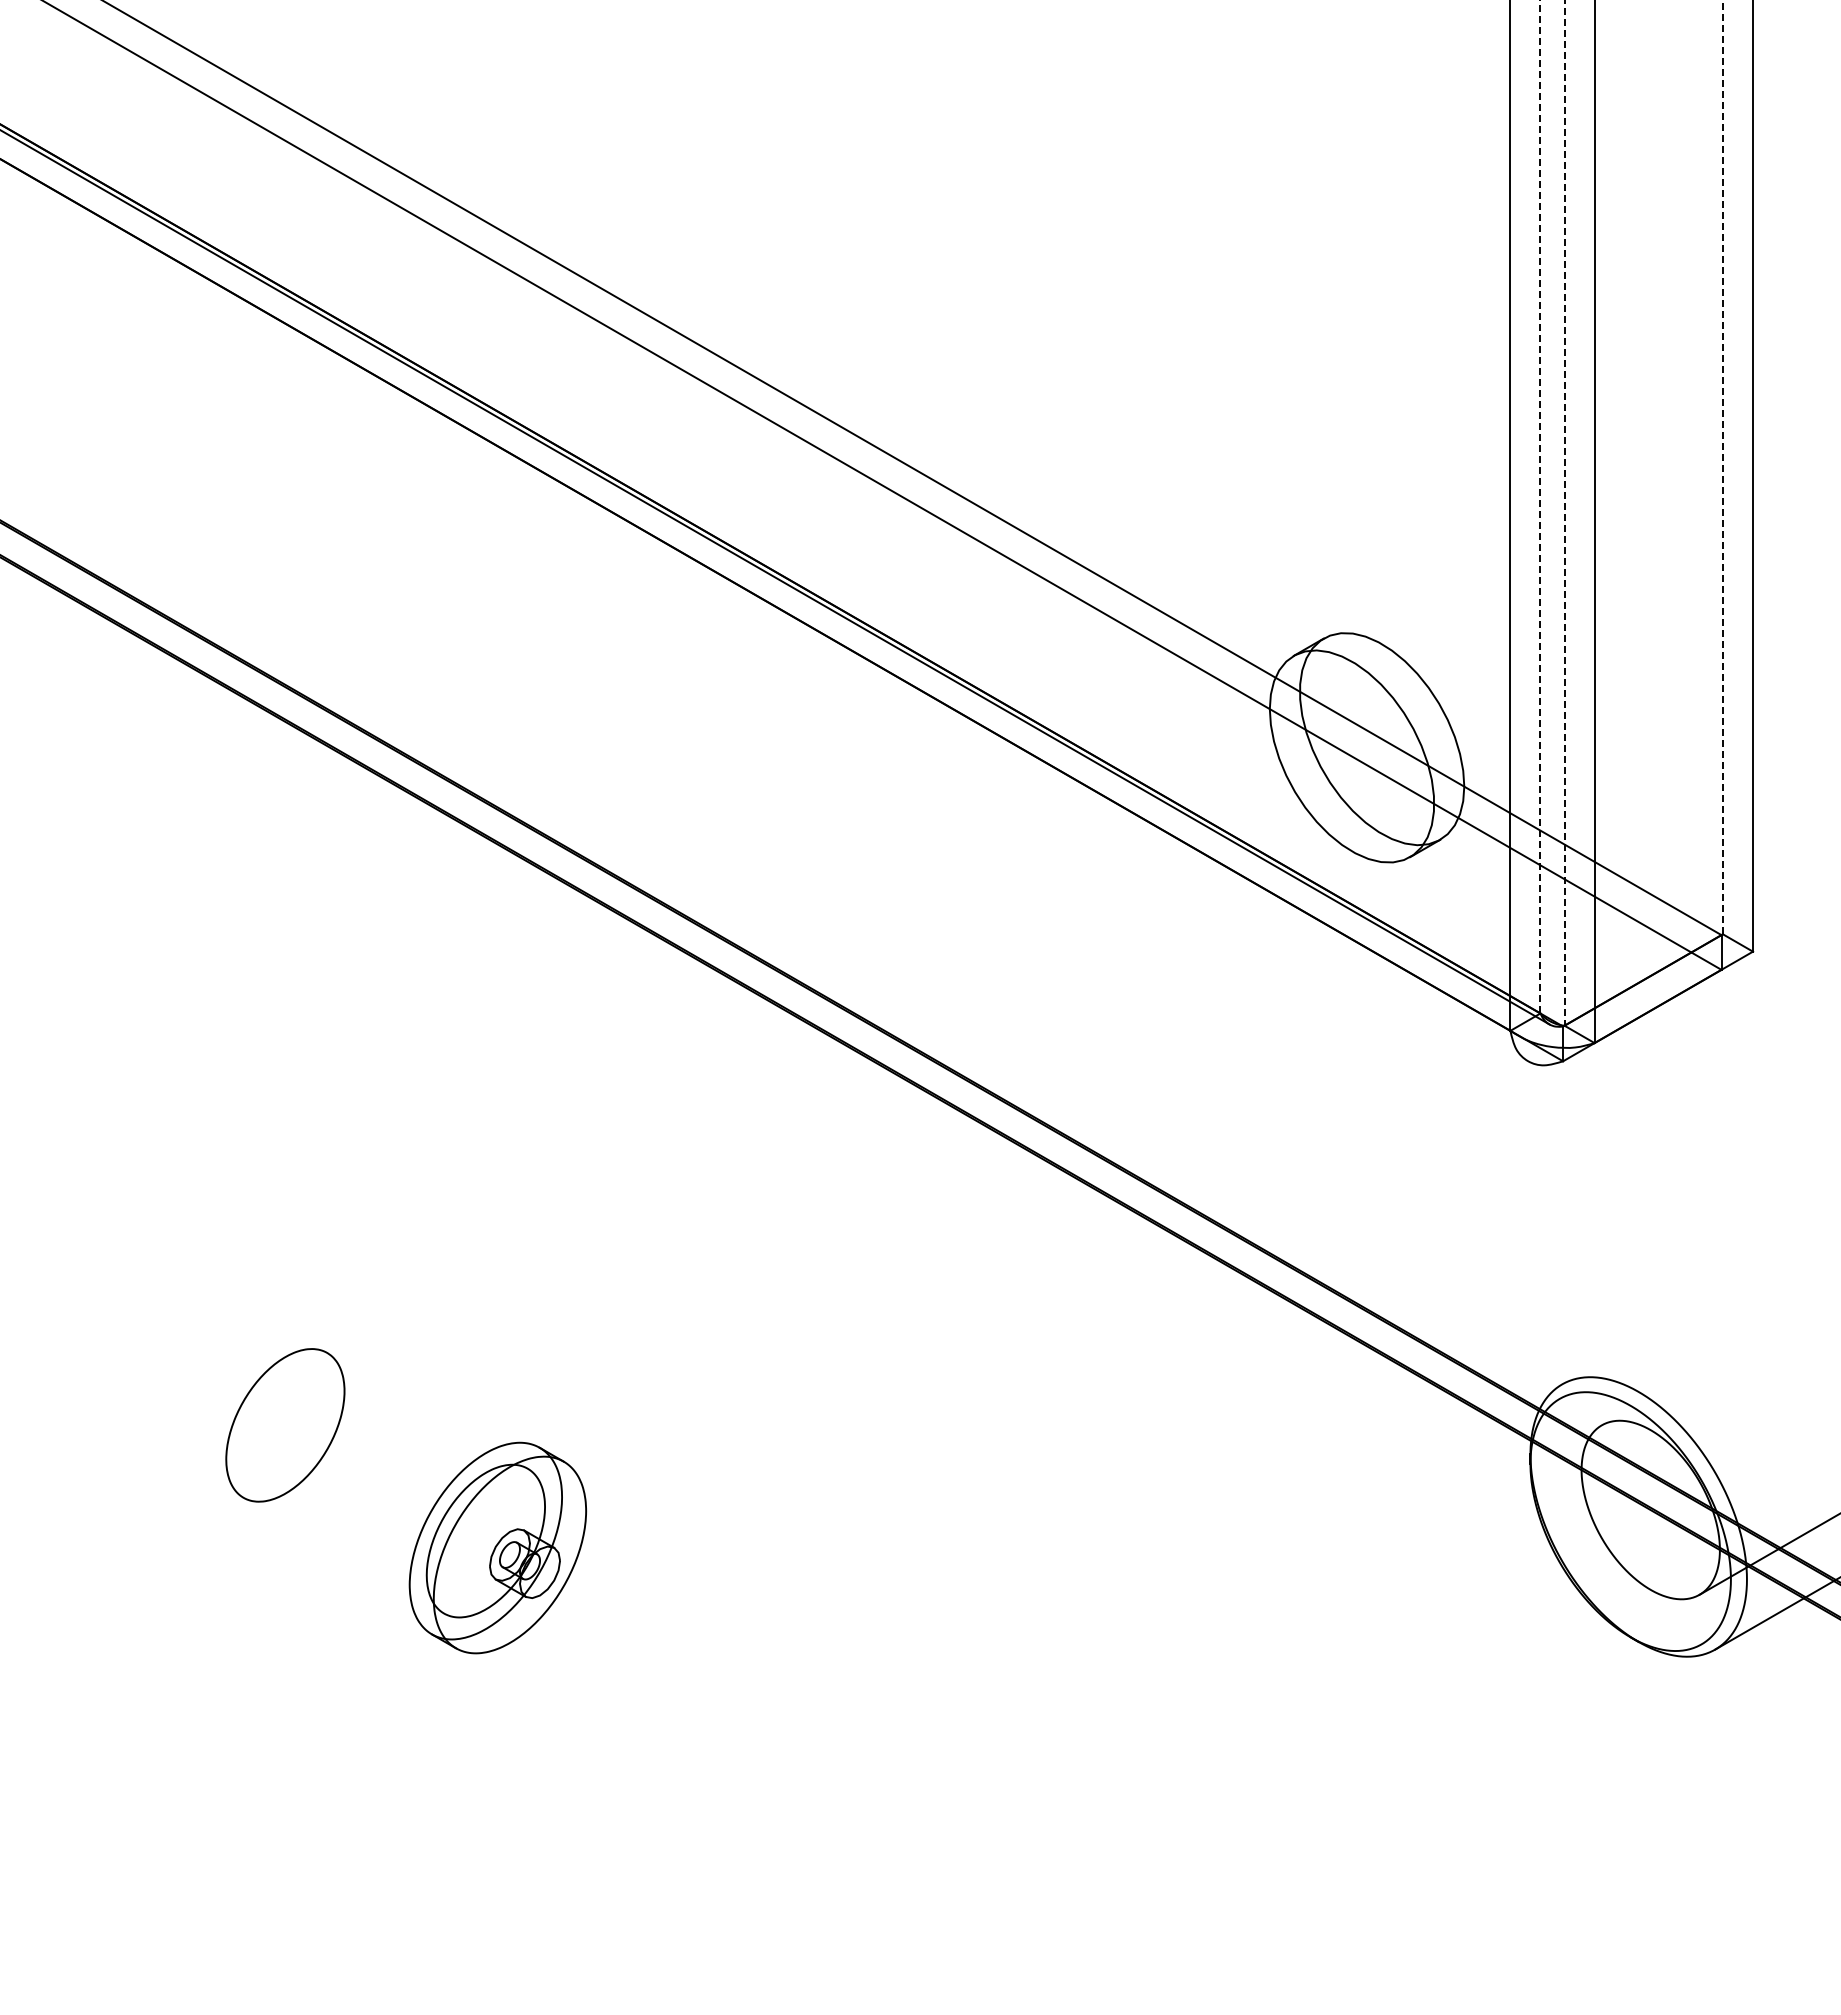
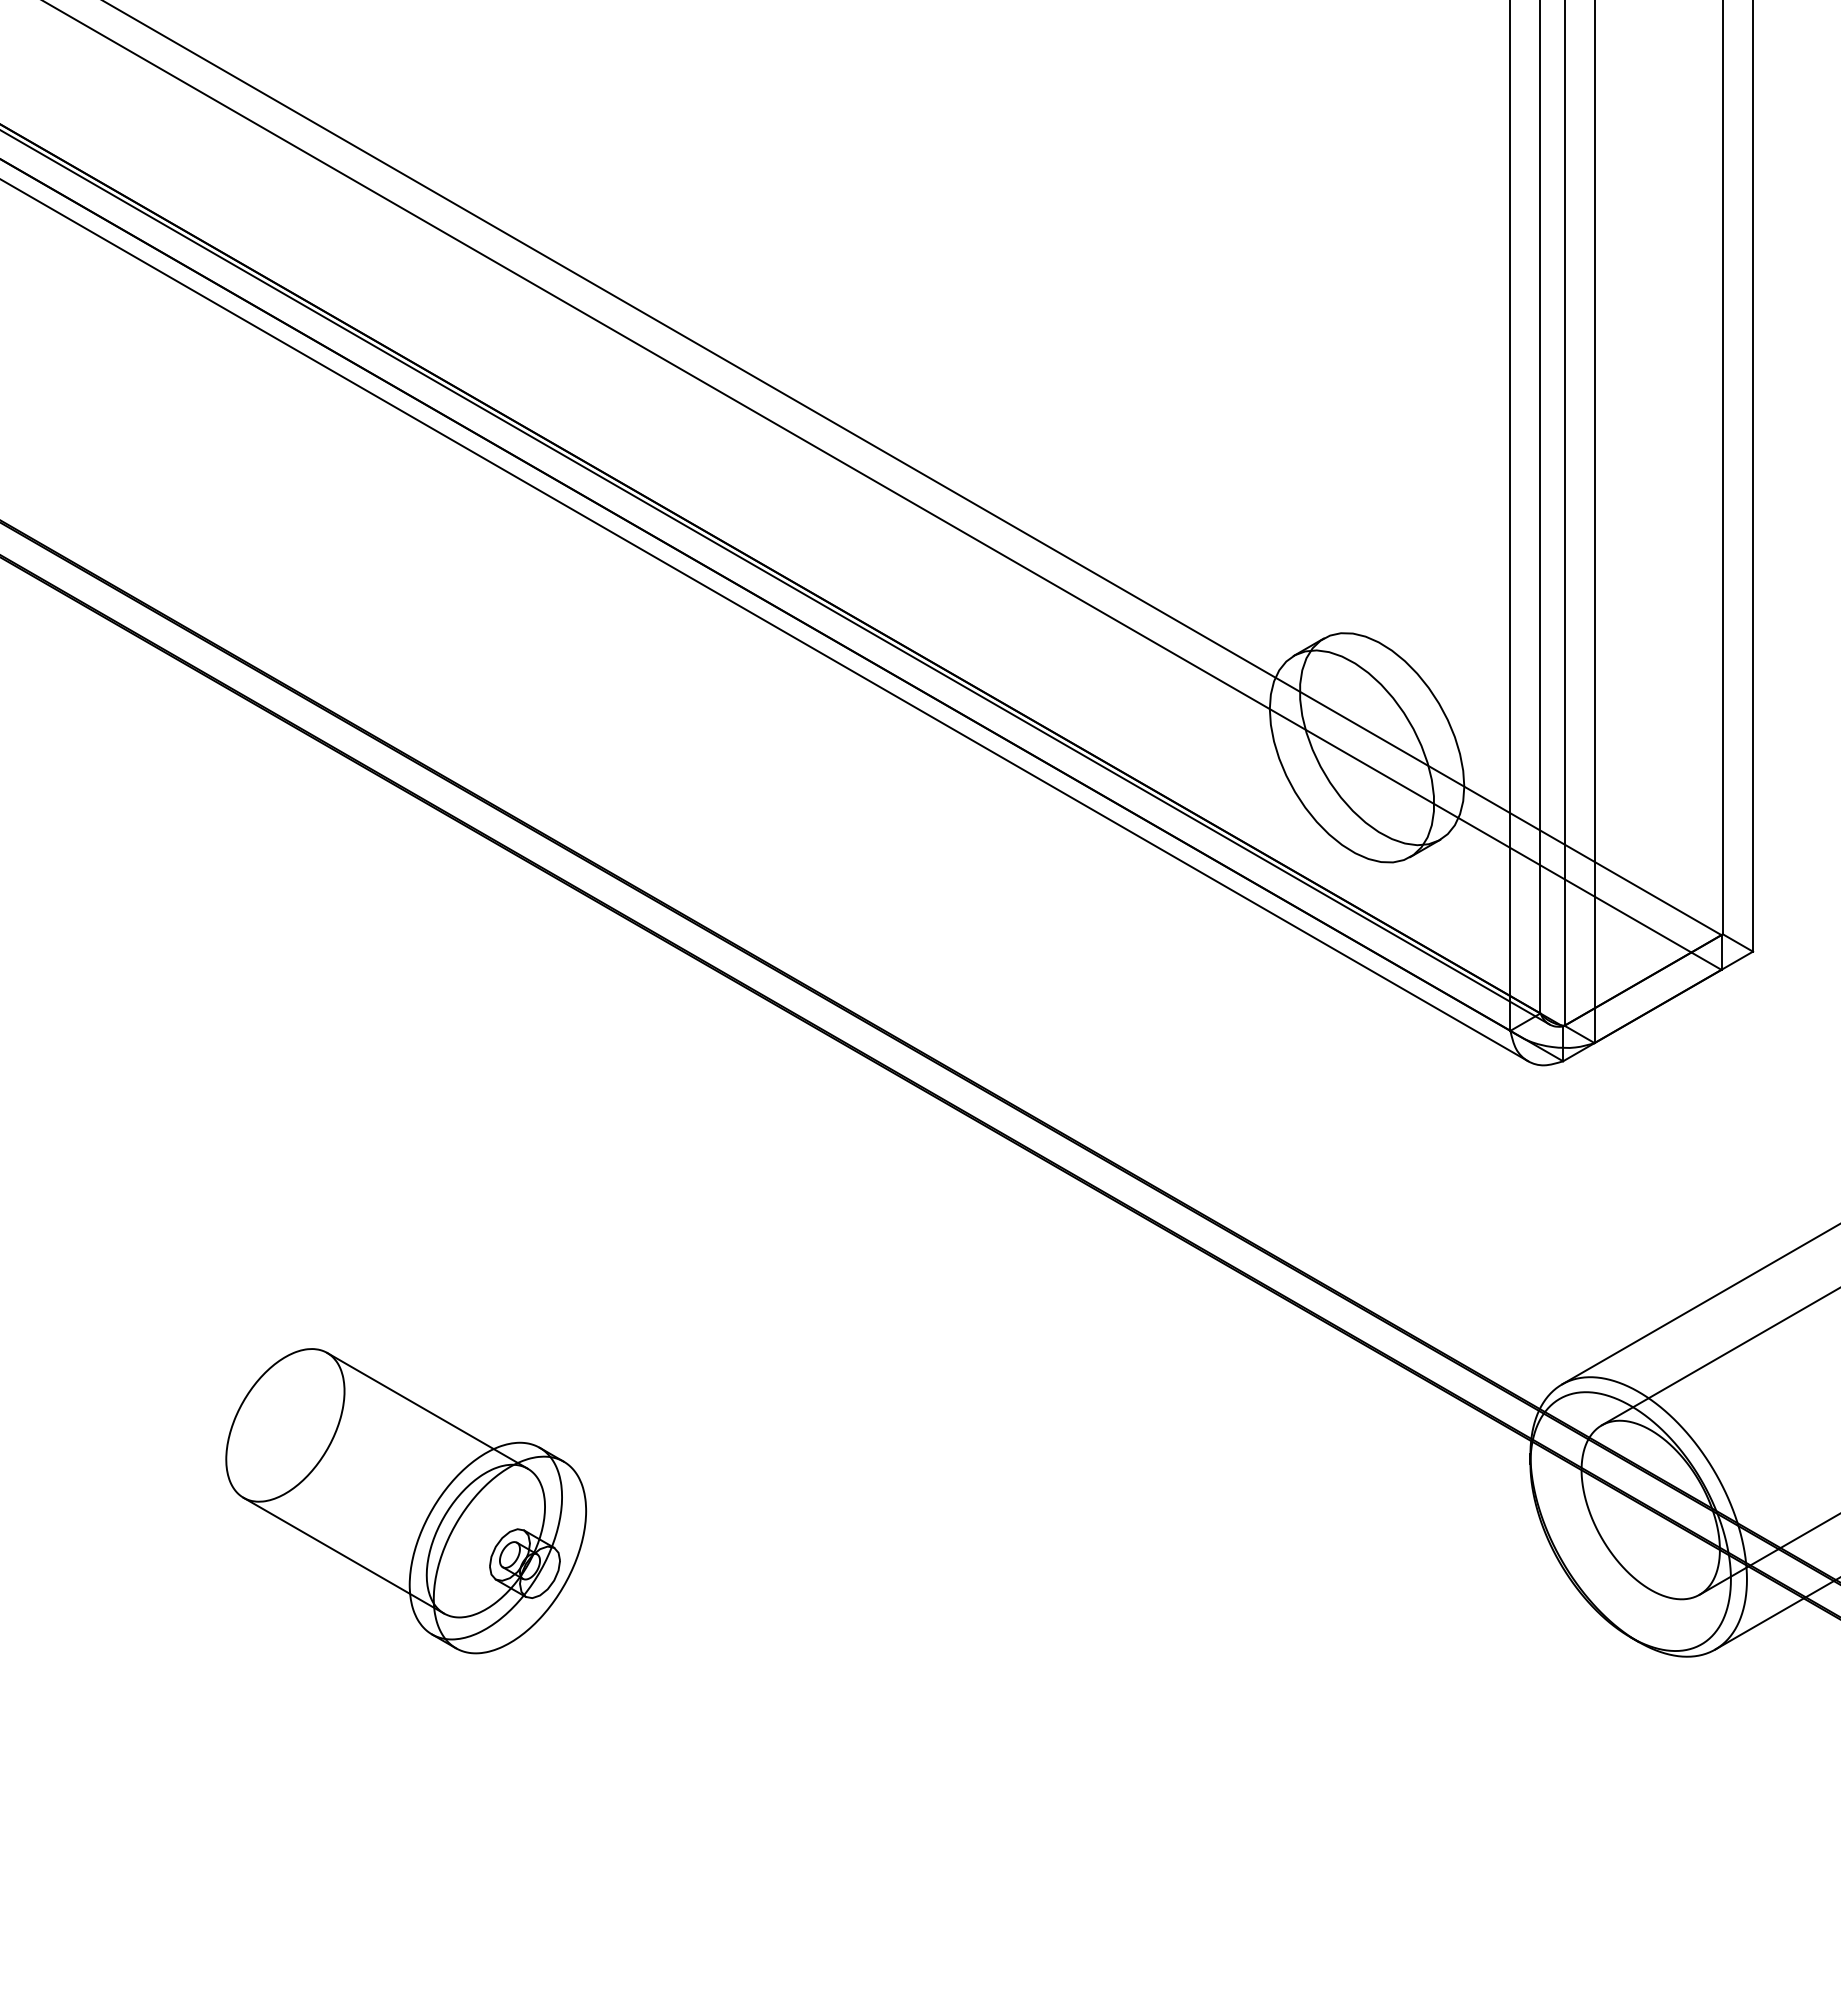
line at (1722, 467): dashed -> solid
line at (1540, 506): dashed -> solid
line at (1564, 513): dashed -> solid
line at (765, 620): none -> present
line at (1699, 1304): none -> present
line at (1719, 1357): none -> present
line at (427, 1410): none -> present
line at (343, 1555): none -> present
